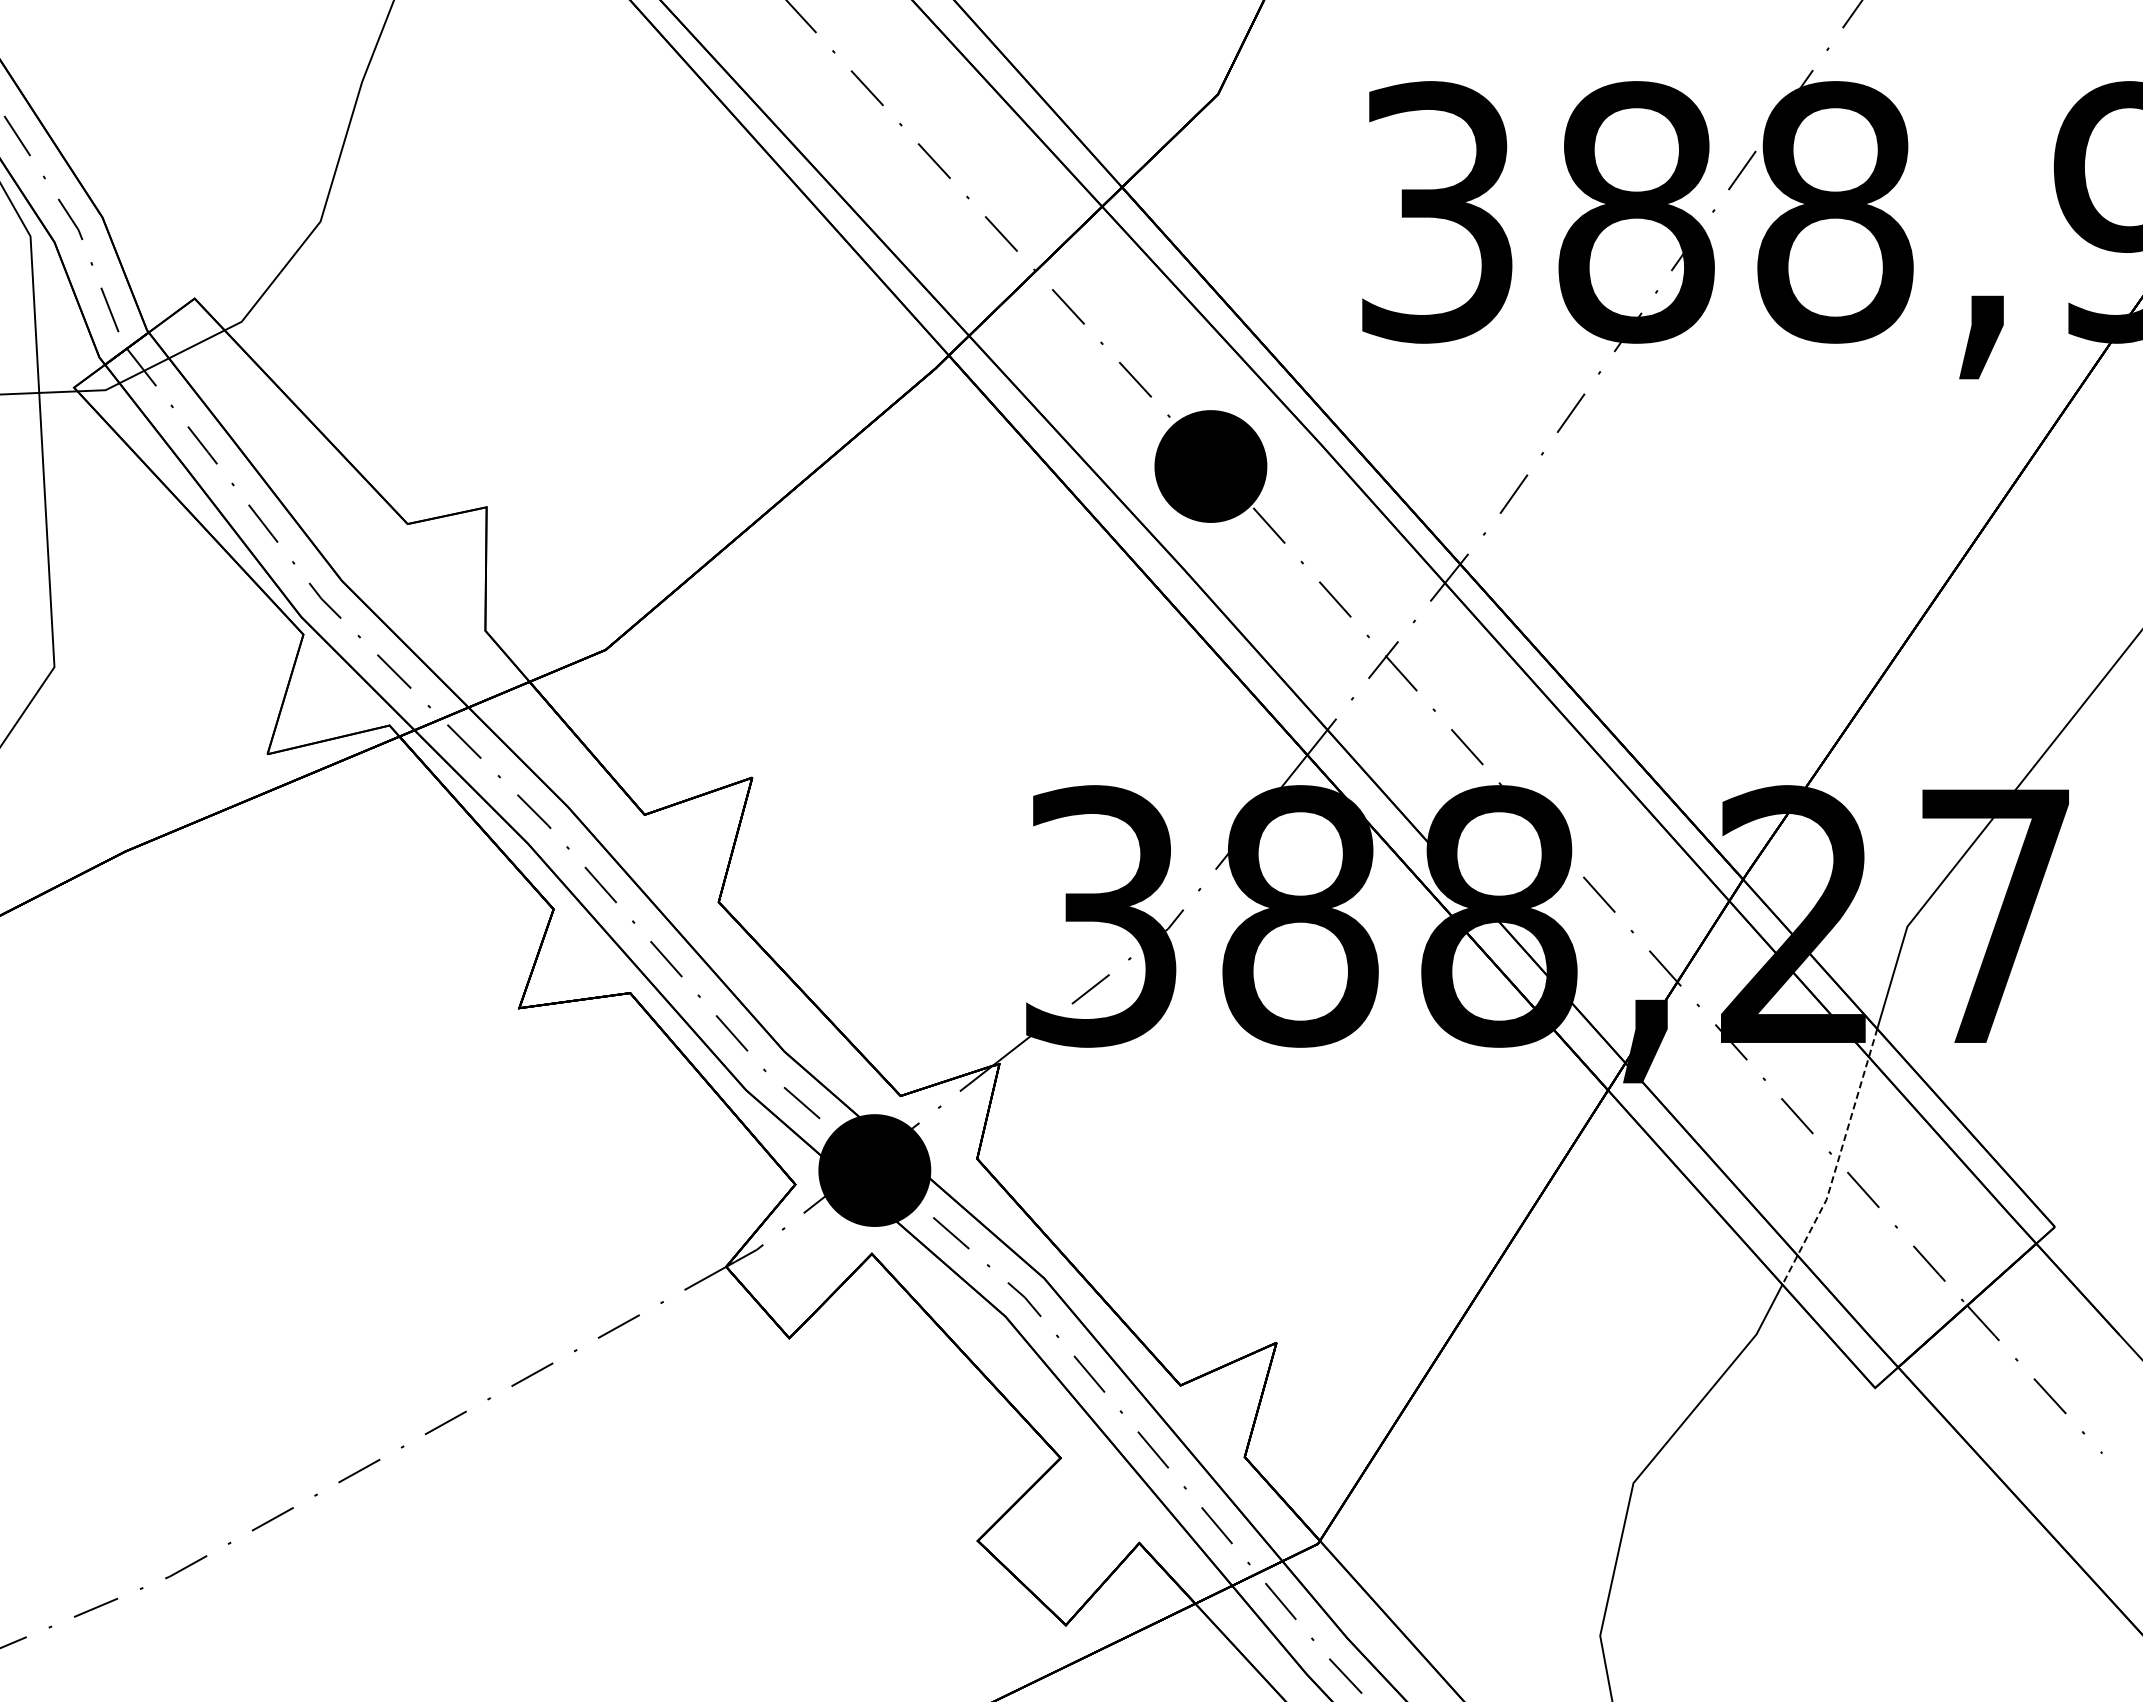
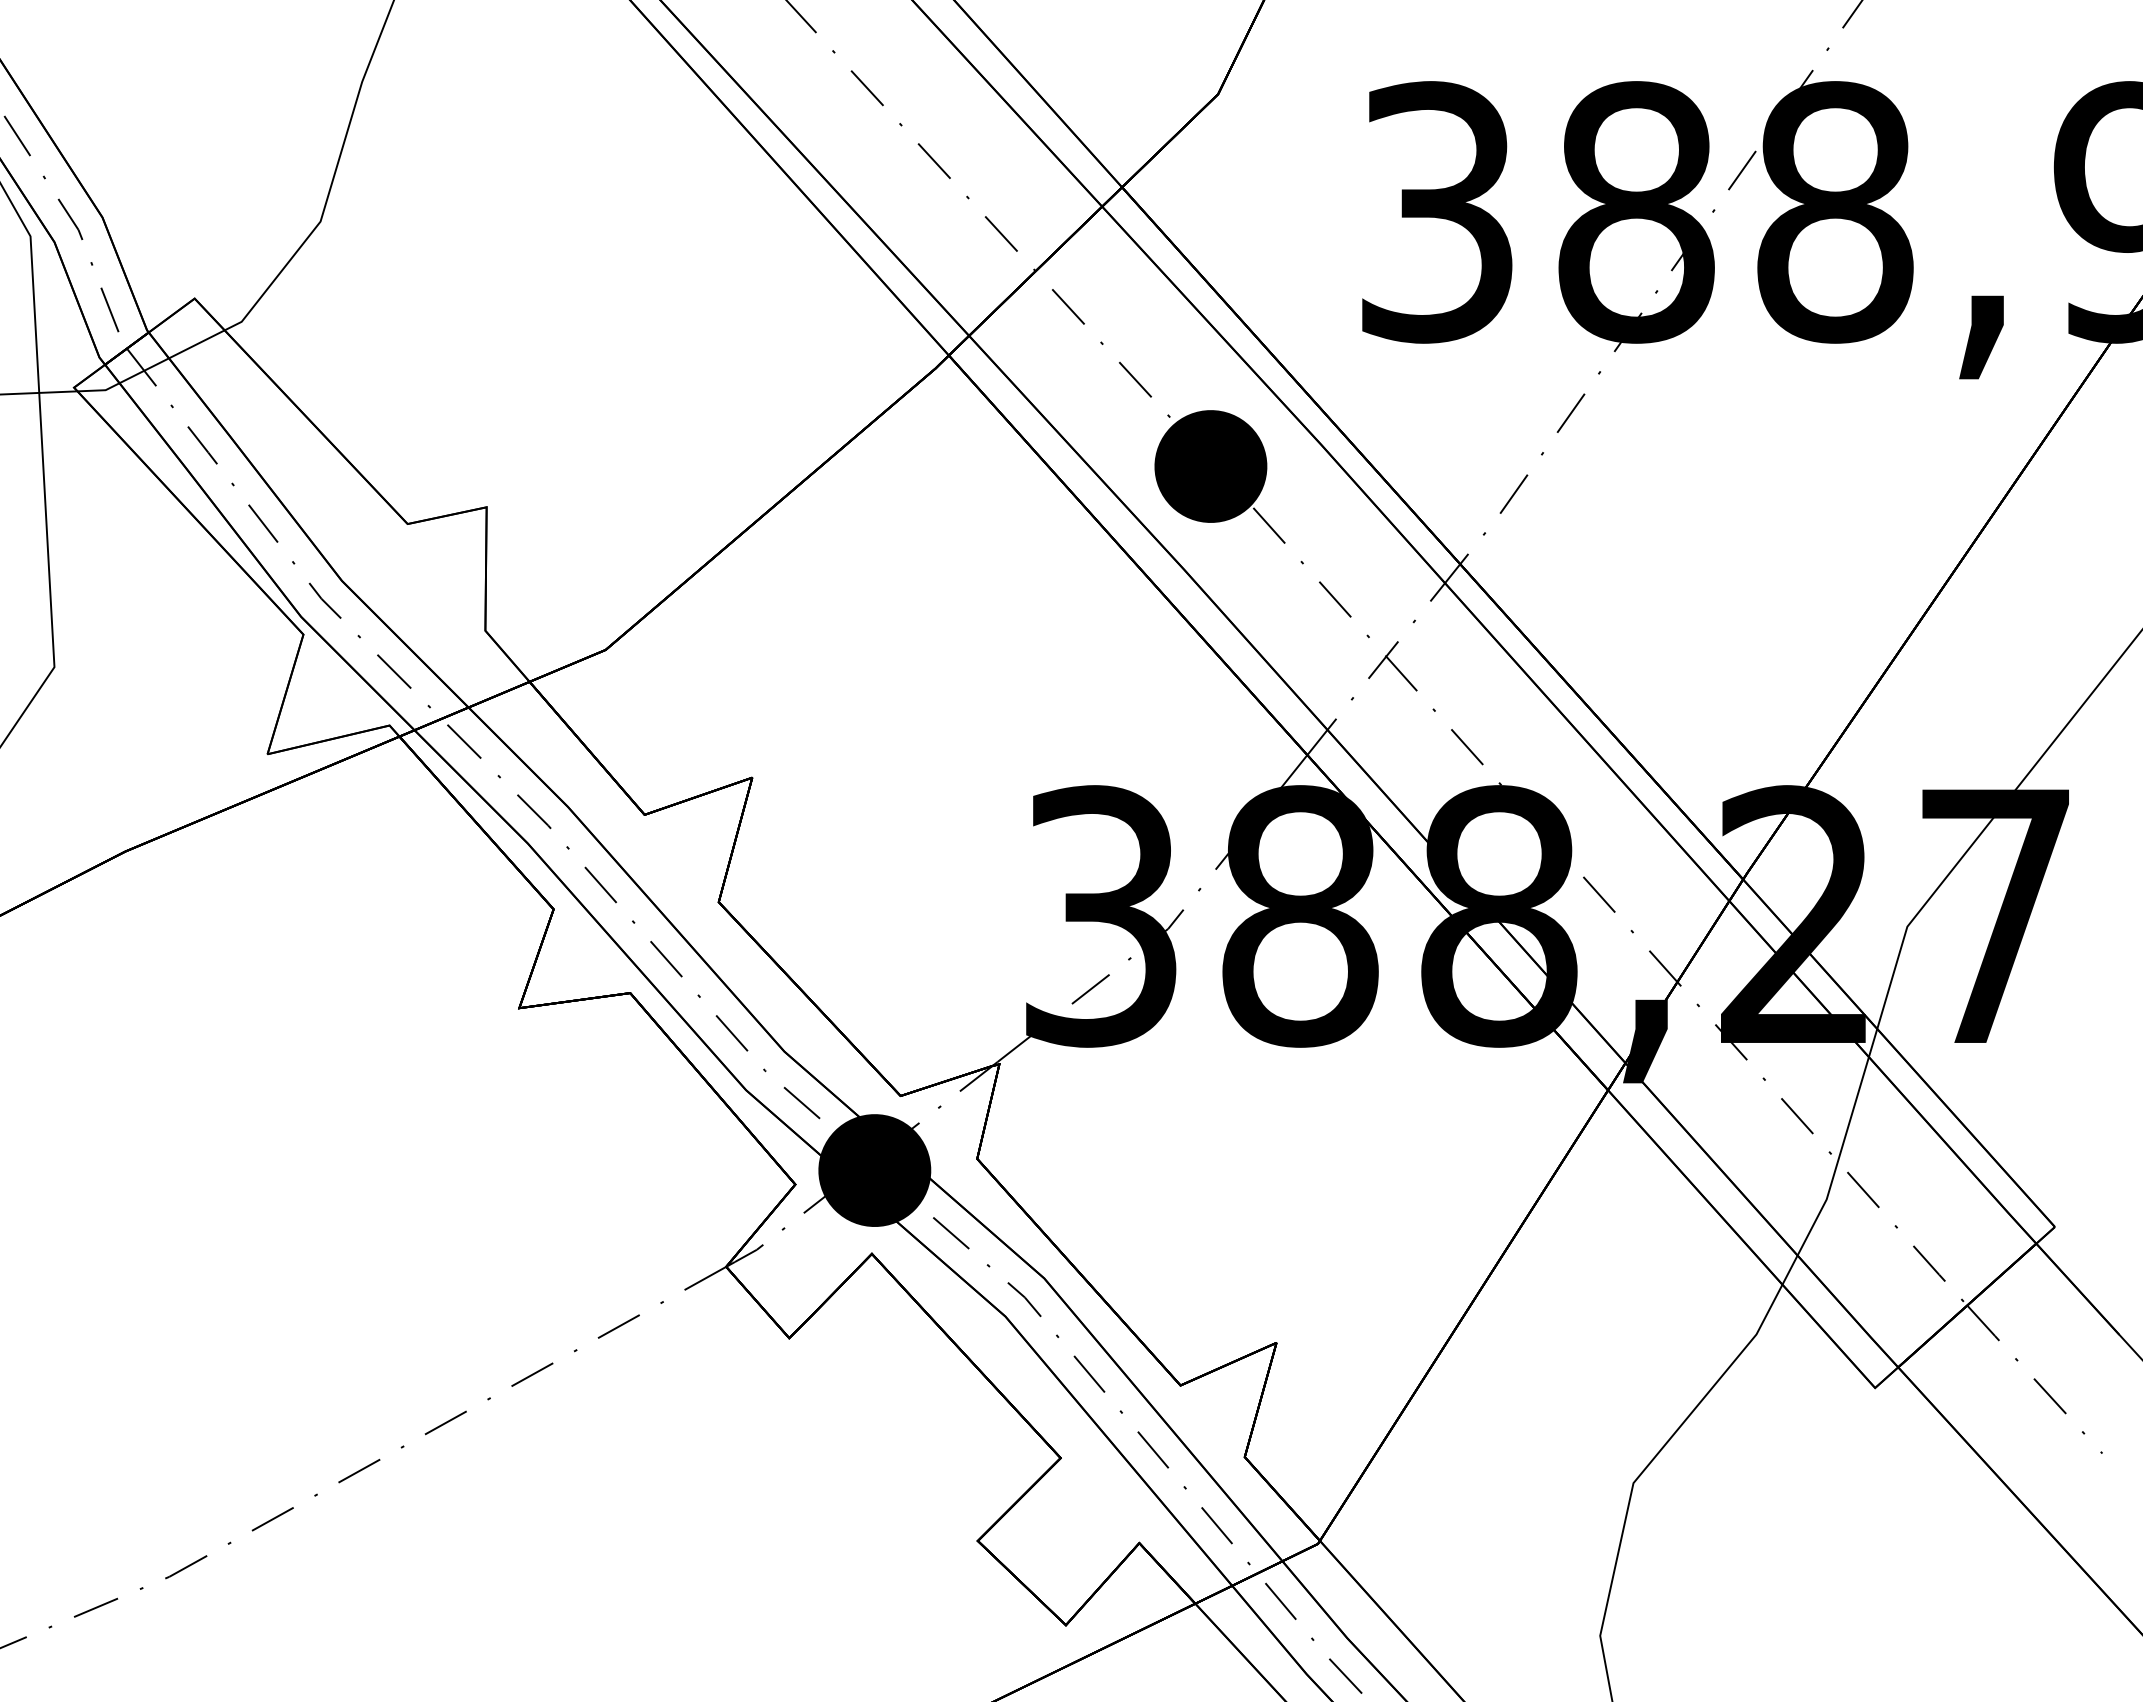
line at (1838, 1161): dashed -> solid
